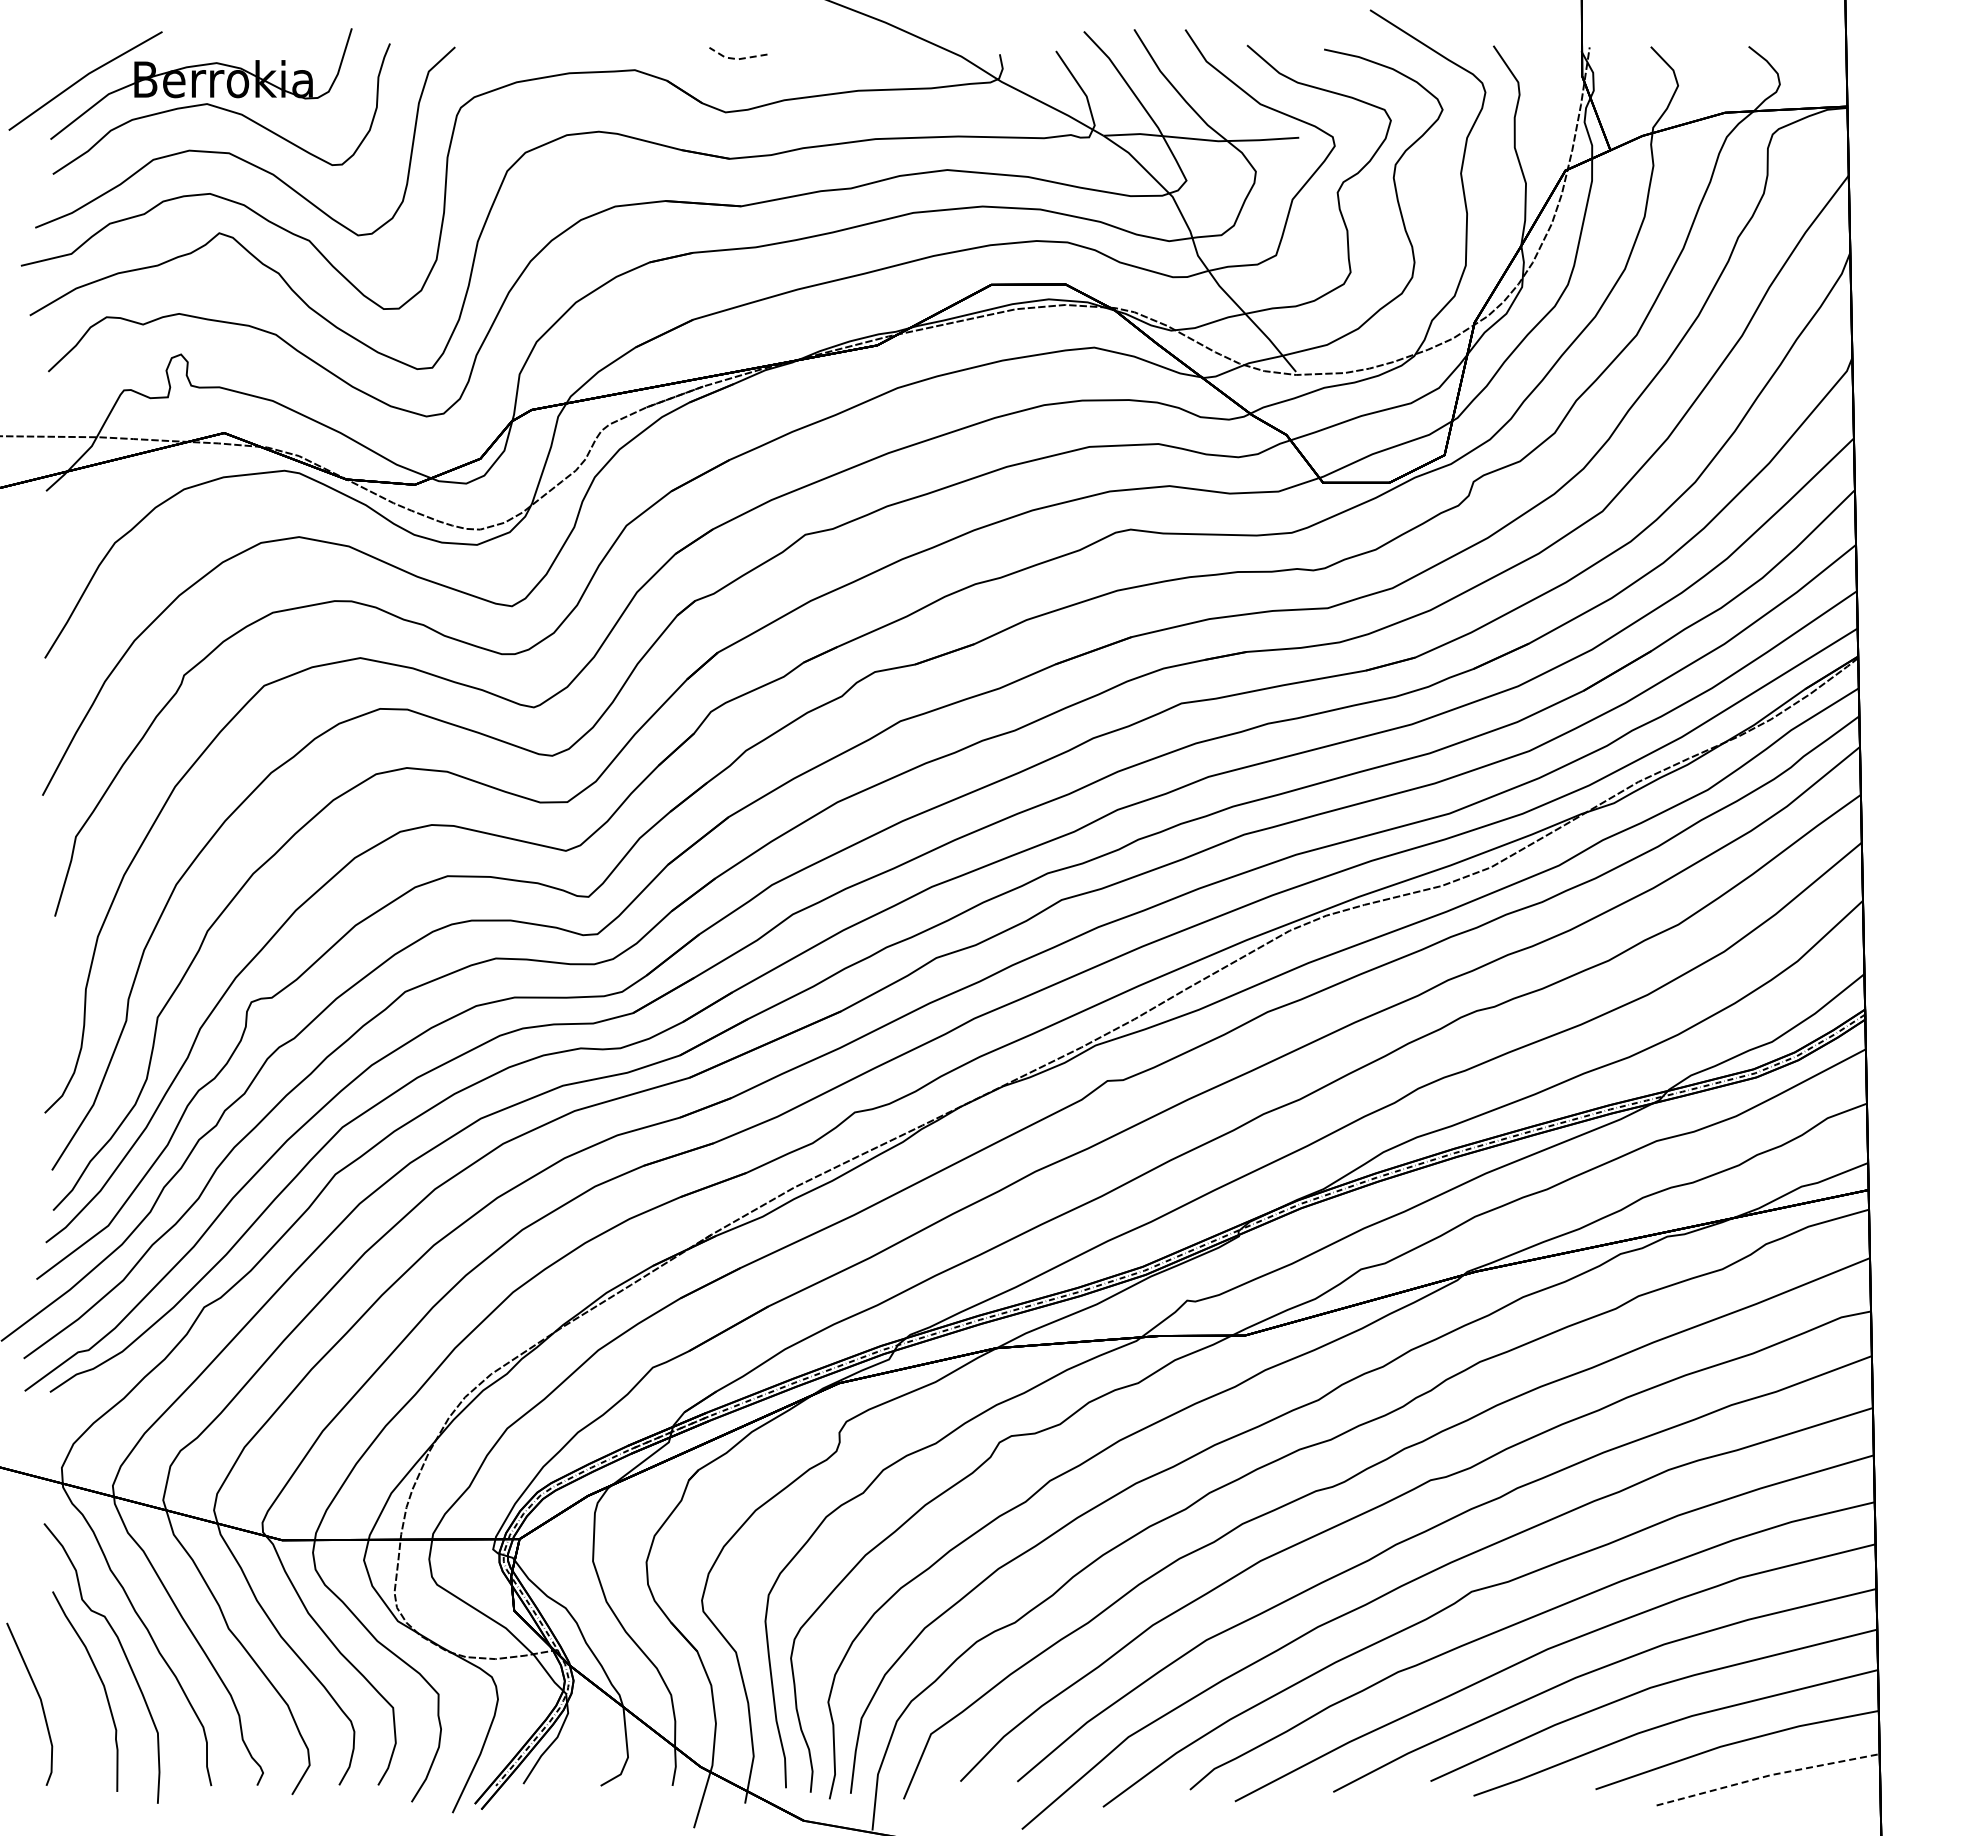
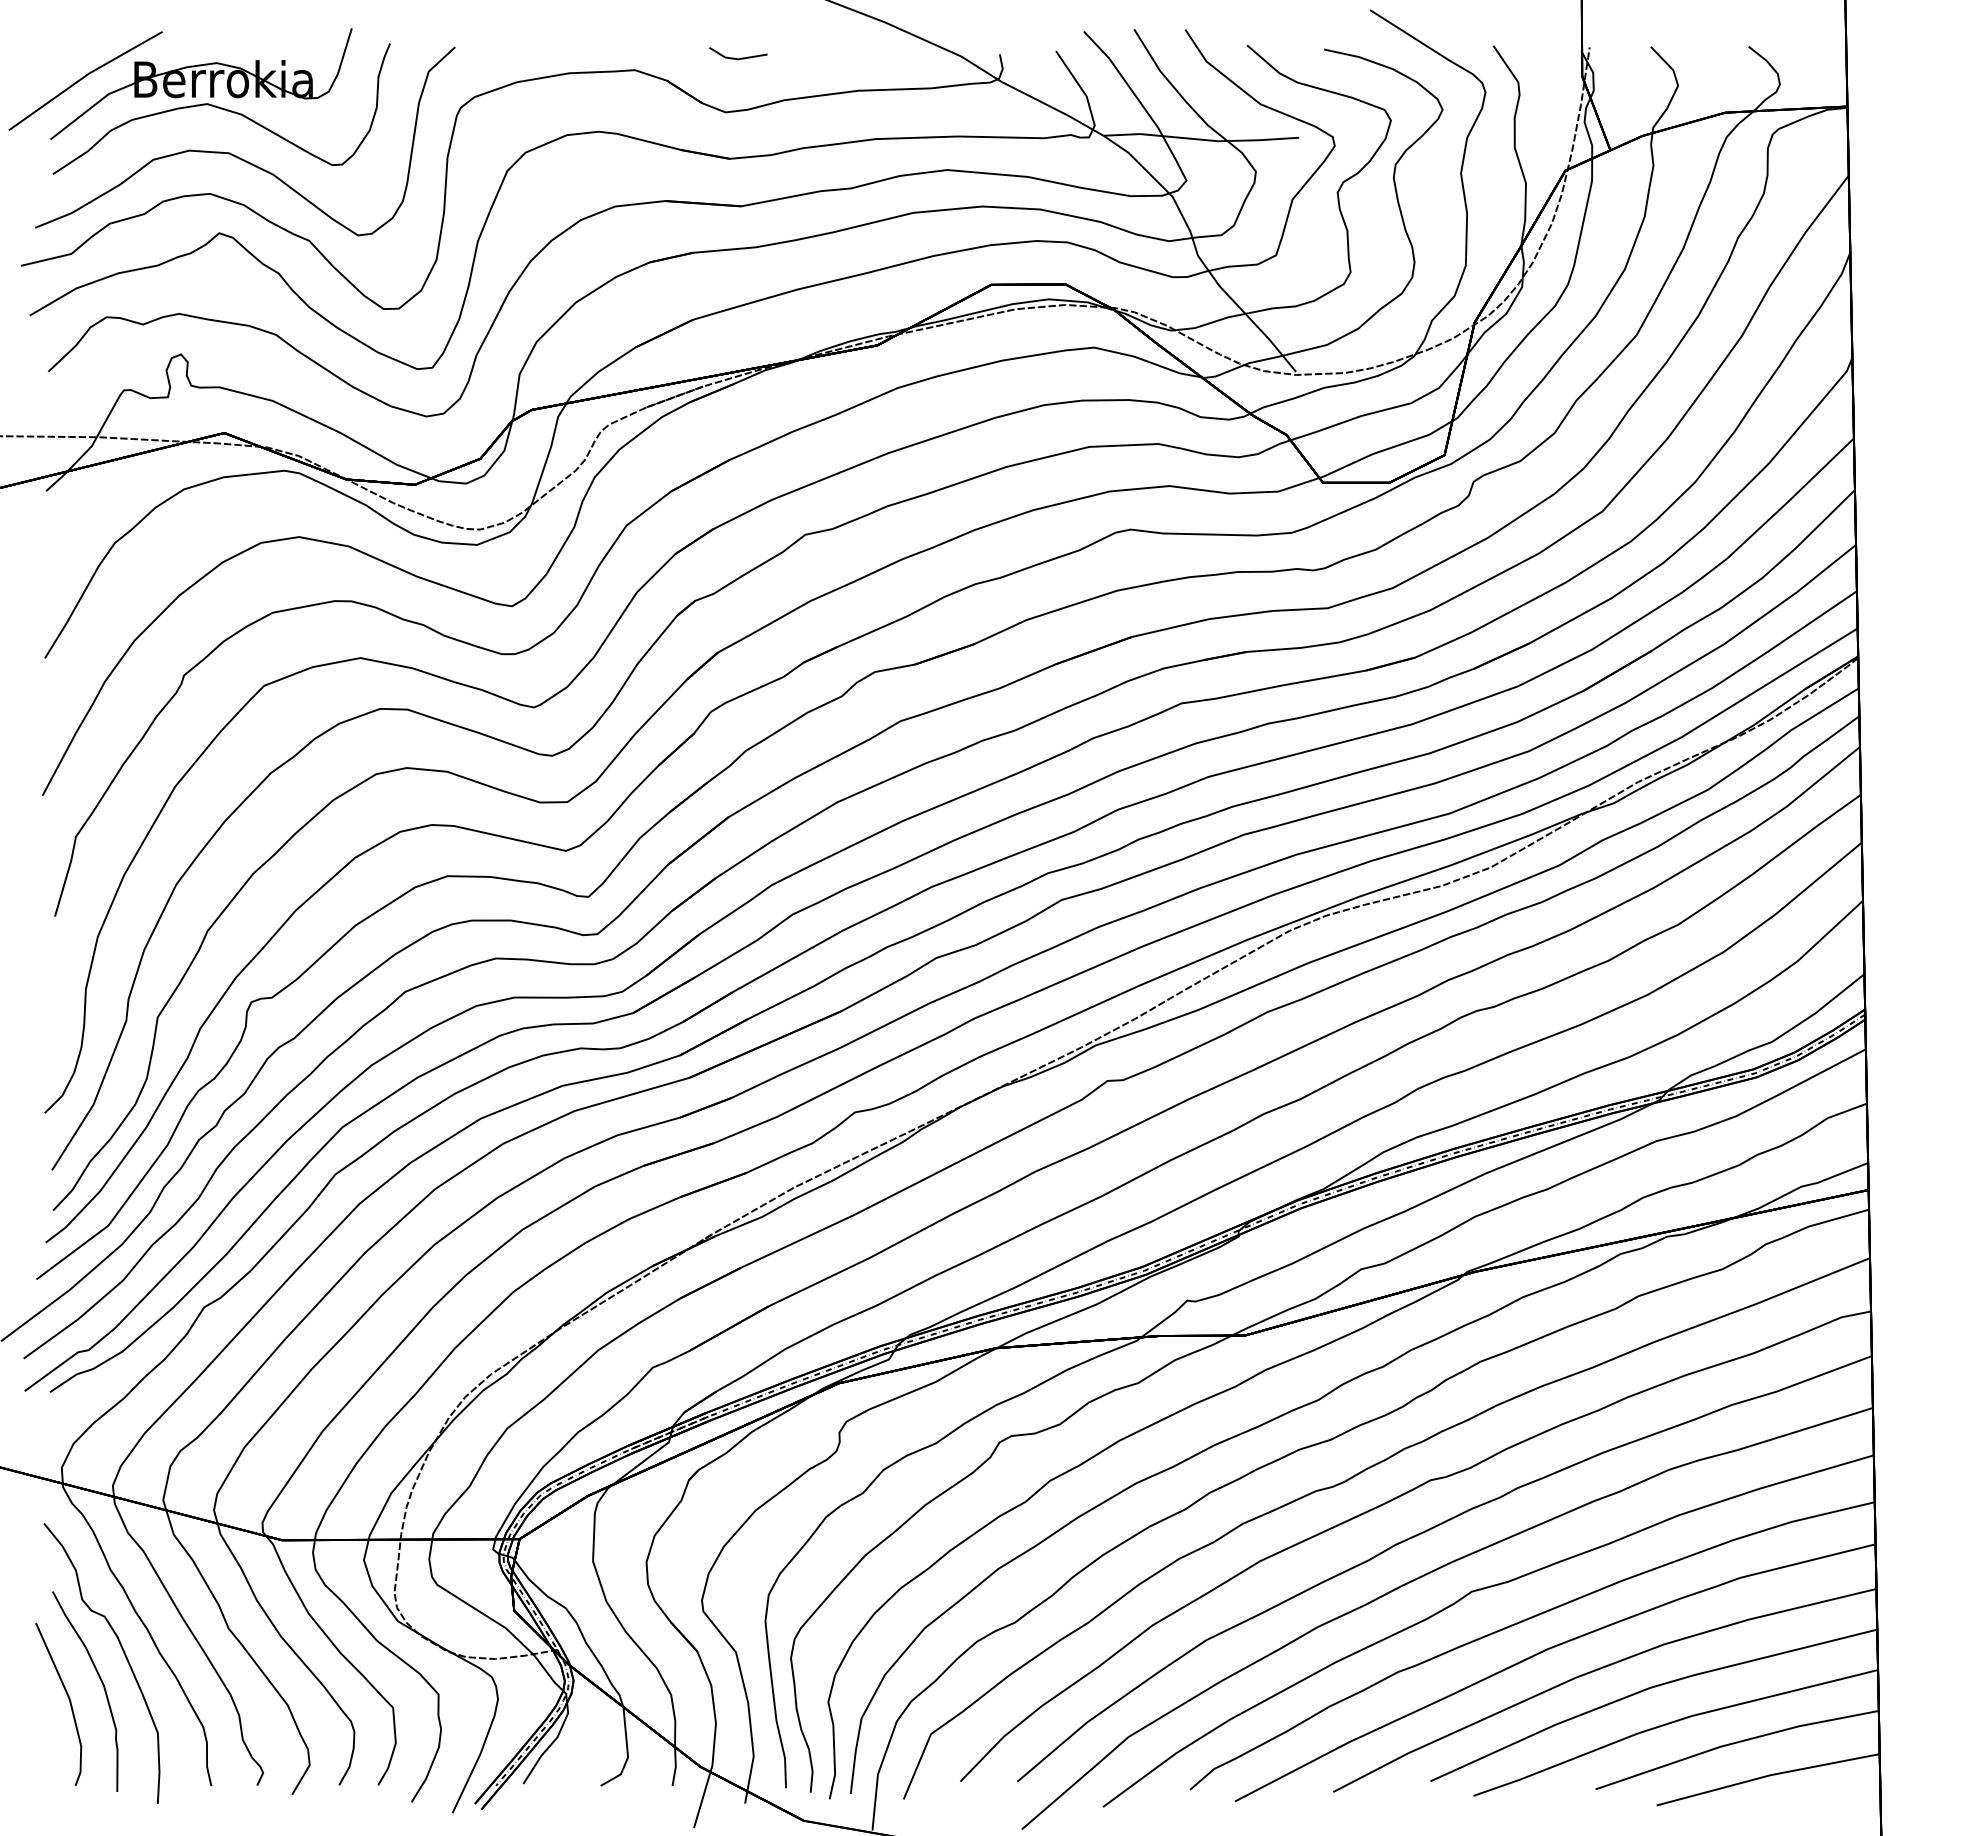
line at (737, 59): dashed -> solid
line at (39, 1699) position: (39, 1699) -> (68, 1699)
line at (1767, 1775): dashed -> solid
